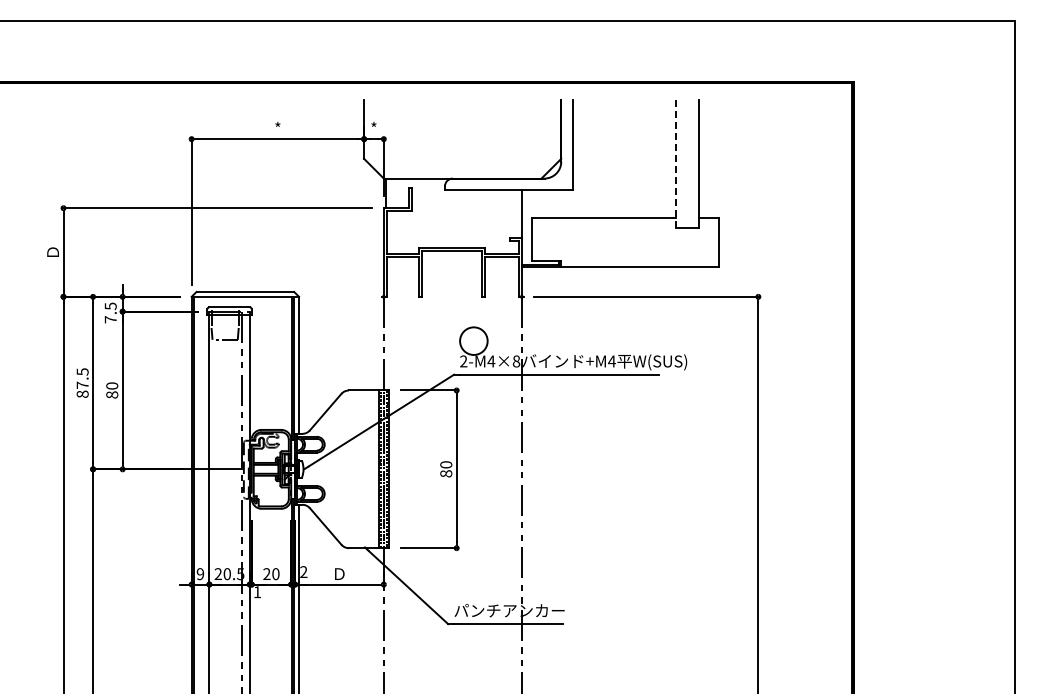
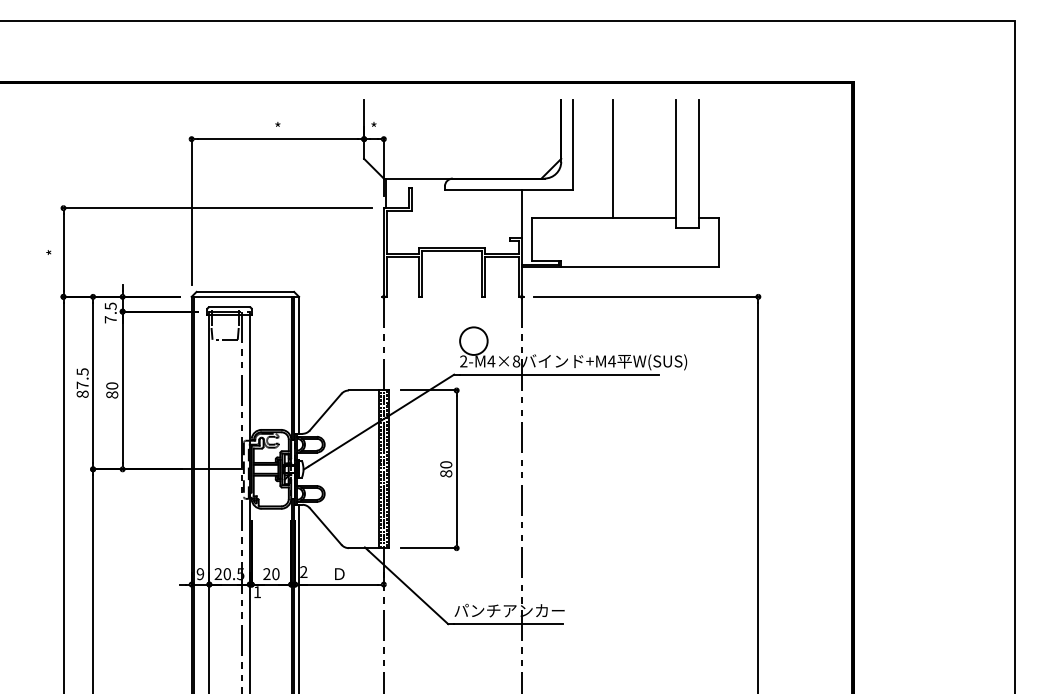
line at (612, 158): none -> present
line at (675, 164): dashed -> solid
text at (52, 251): Ｄ -> *
